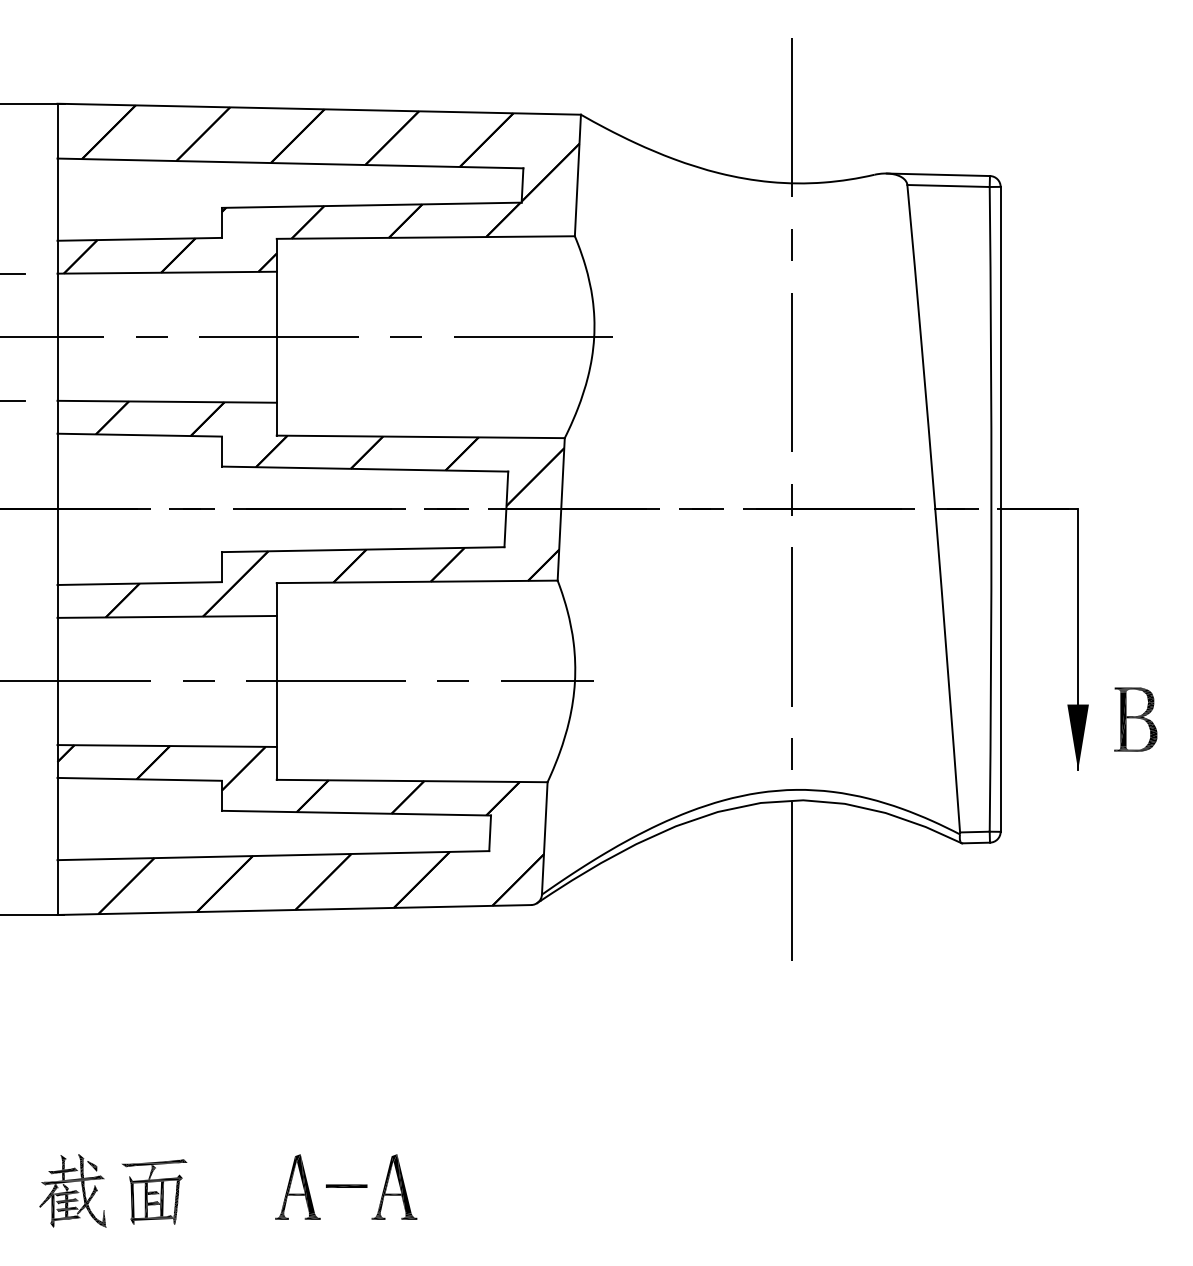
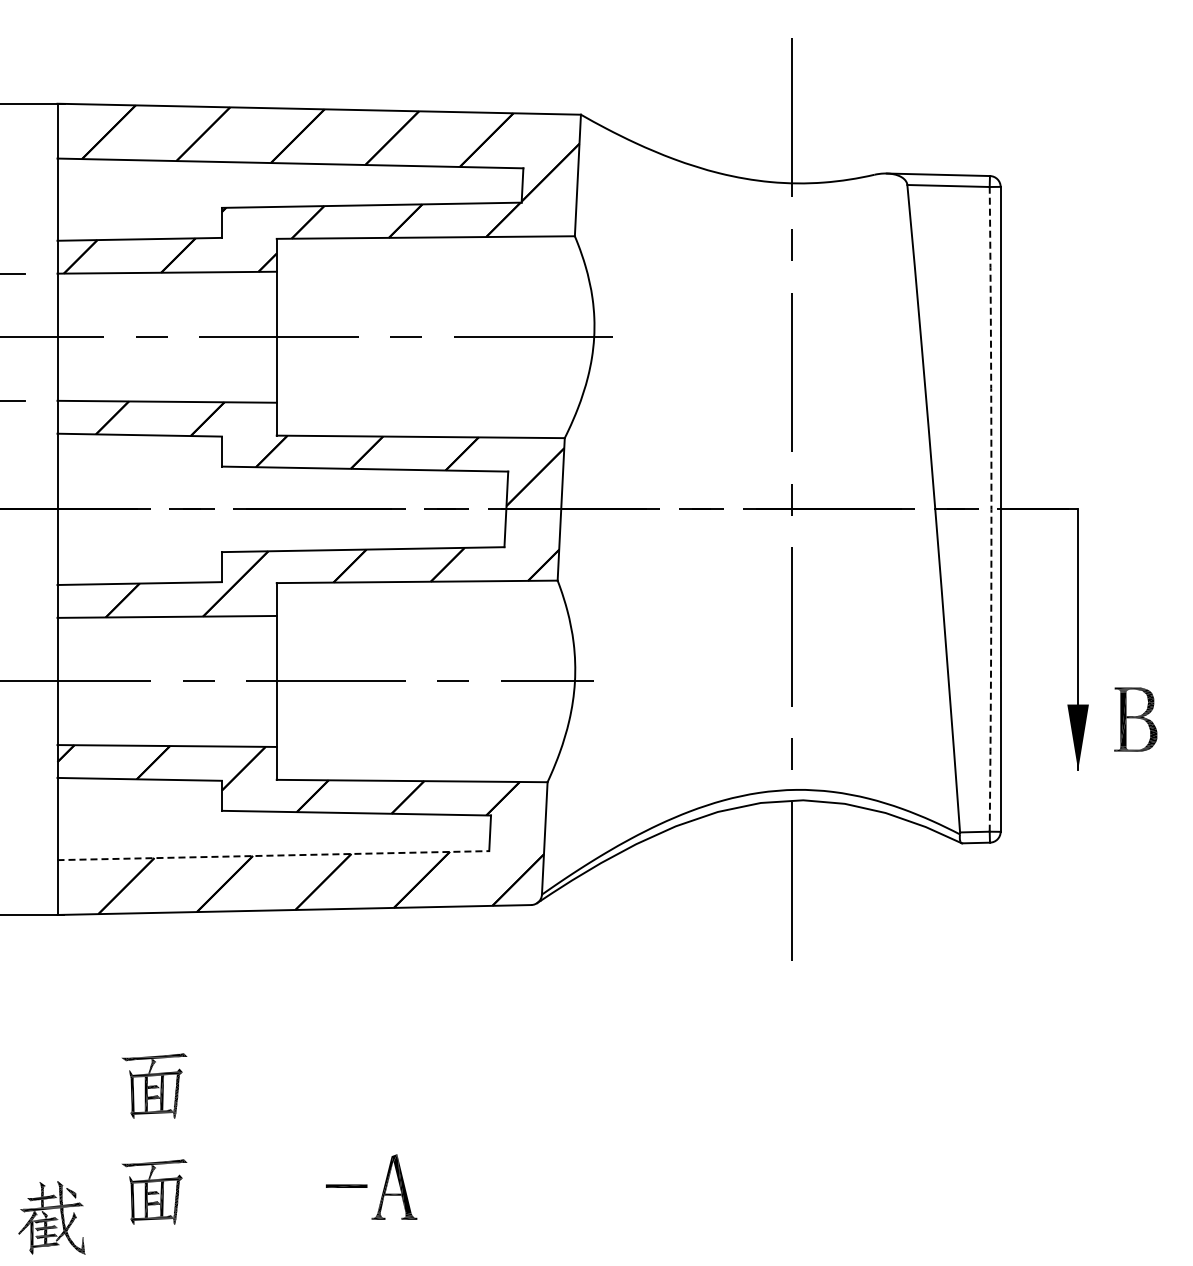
arc at (991, 509): solid -> dashed
line at (273, 855): solid -> dashed
part at (154, 1085): none -> present
part at (297, 1186): present -> none
part at (72, 1190) position: (72, 1190) -> (51, 1217)
